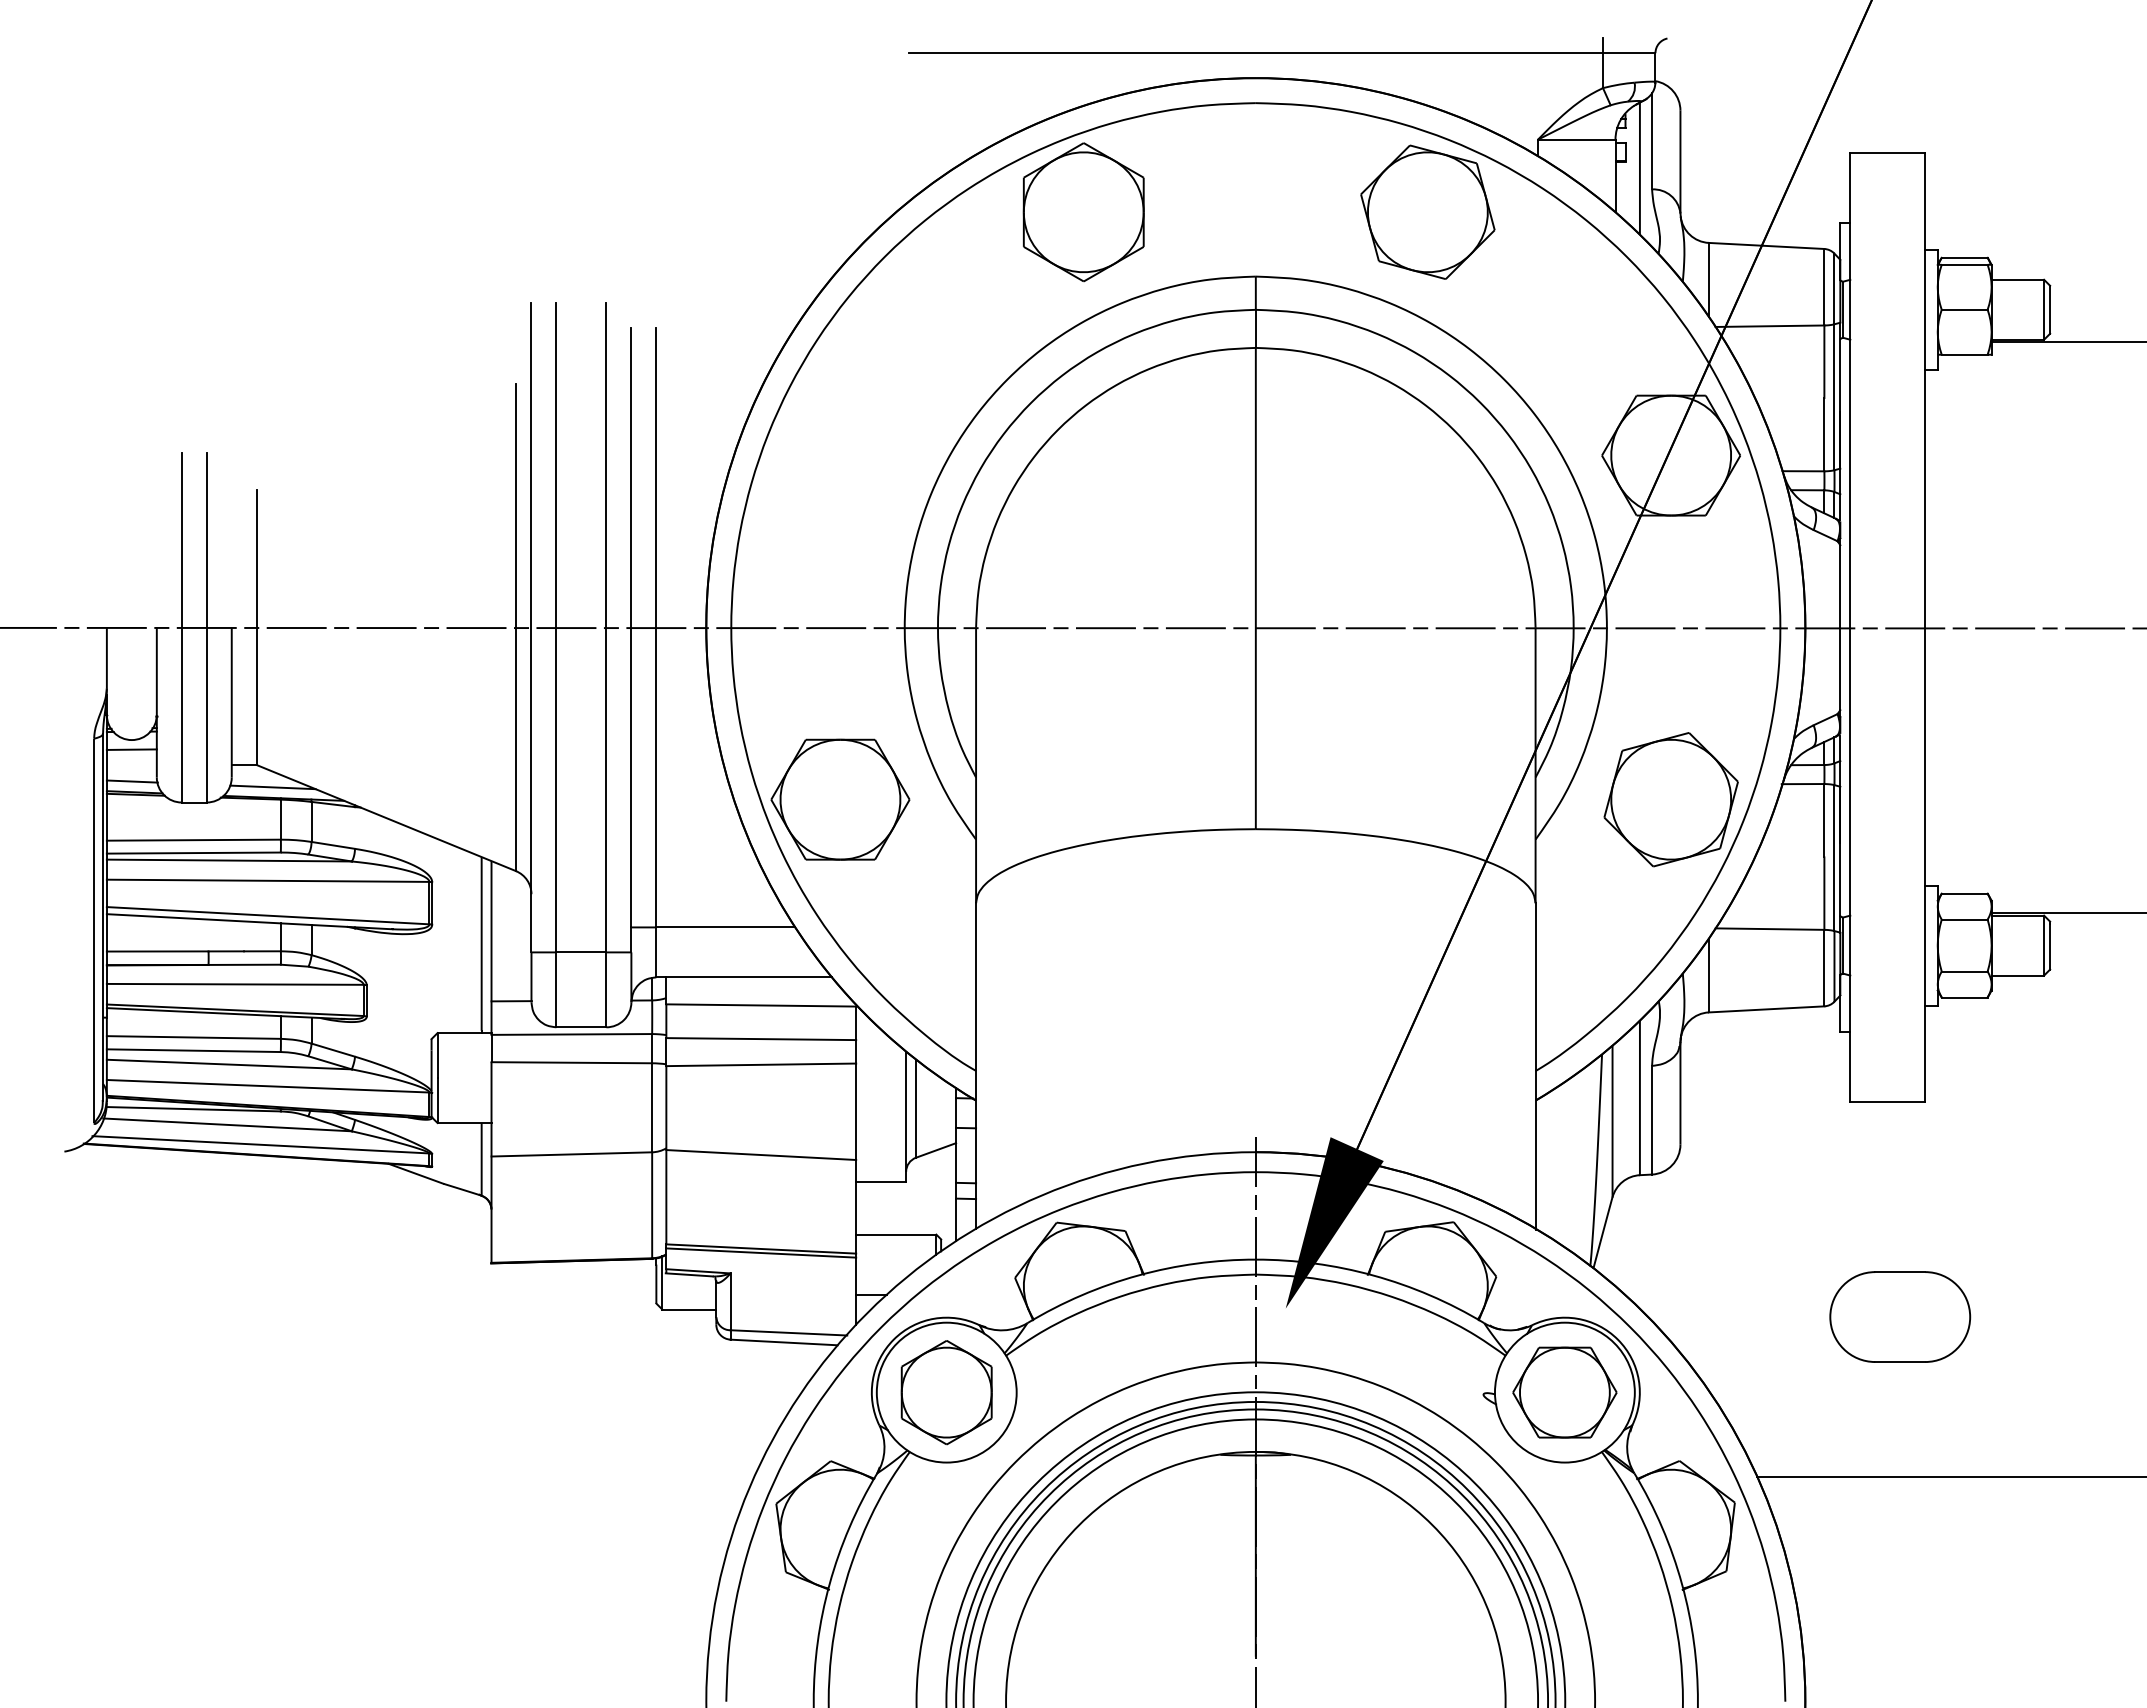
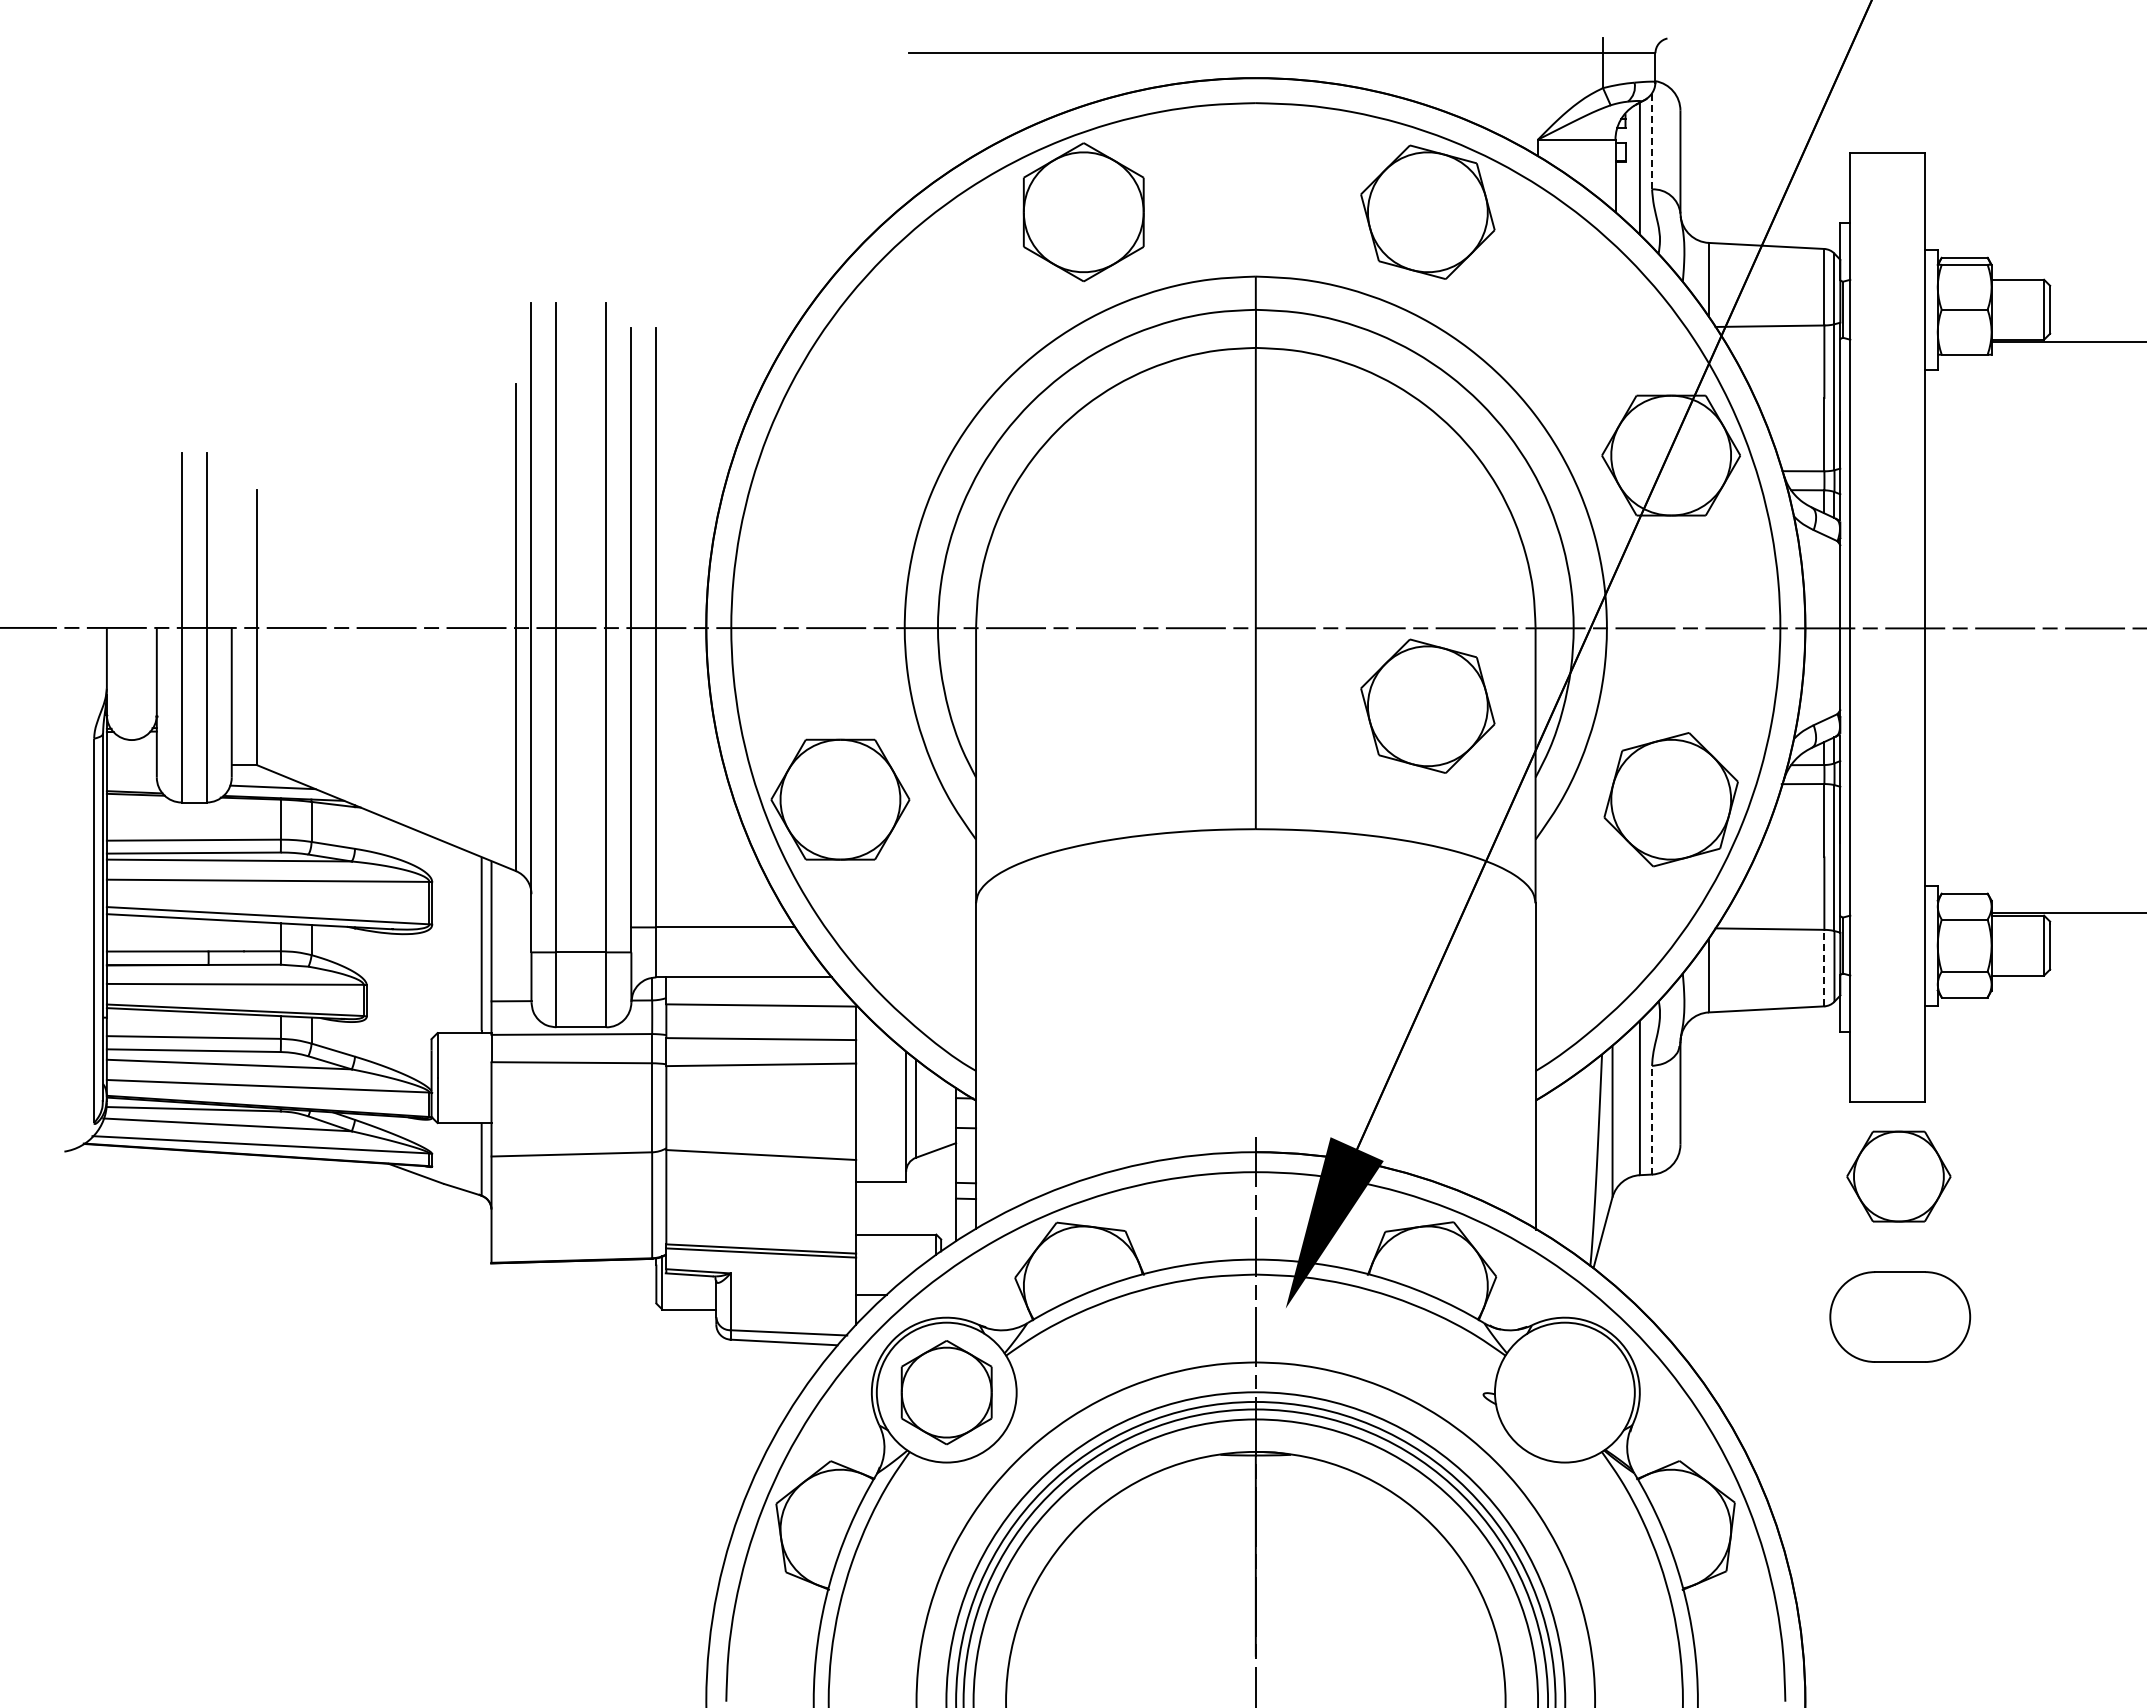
line at (1652, 140): solid -> dashed
part at (1427, 705): none -> present
line at (131, 749): present -> none
line at (131, 781): present -> none
line at (1824, 967): solid -> dashed
line at (1652, 1119): solid -> dashed
part at (1564, 1392) position: (1564, 1392) -> (1898, 1176)
line at (1950, 1476): present -> none
